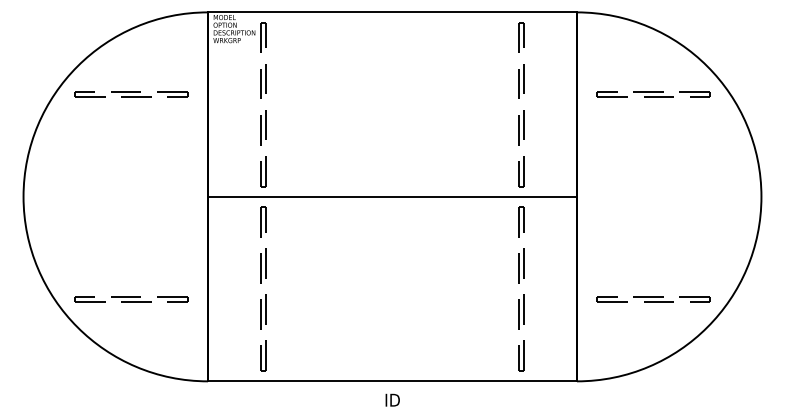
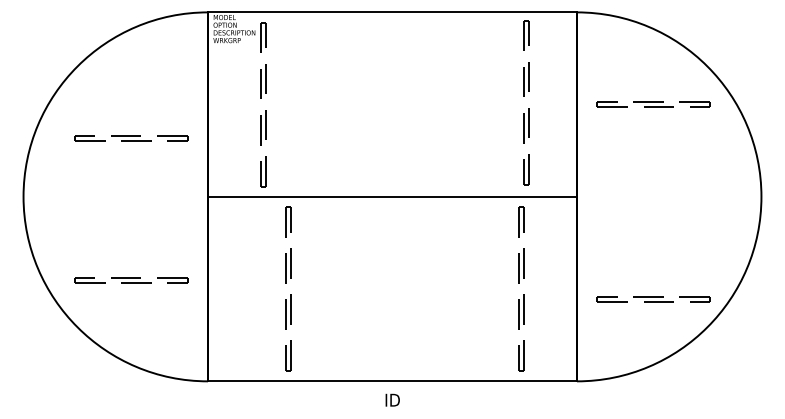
part at (131, 94) position: (131, 94) -> (131, 138)
part at (653, 94) position: (653, 94) -> (653, 104)
part at (519, 98) position: (519, 98) -> (524, 96)
part at (263, 288) position: (263, 288) -> (288, 288)
part at (131, 299) position: (131, 299) -> (131, 280)
